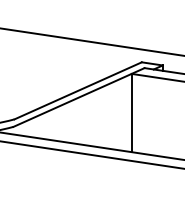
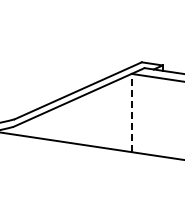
line at (91, 41): present -> none
line at (131, 112): solid -> dashed
line at (91, 154): present -> none
